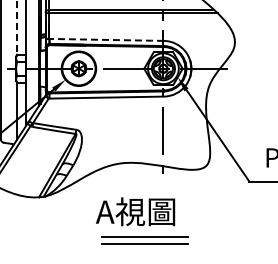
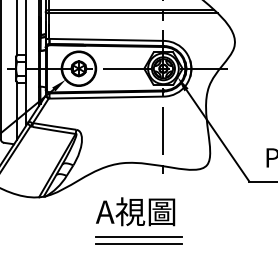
line at (16, 28): dashed -> solid
line at (106, 39): dashed -> solid
part at (144, 240) position: (144, 240) -> (138, 240)
